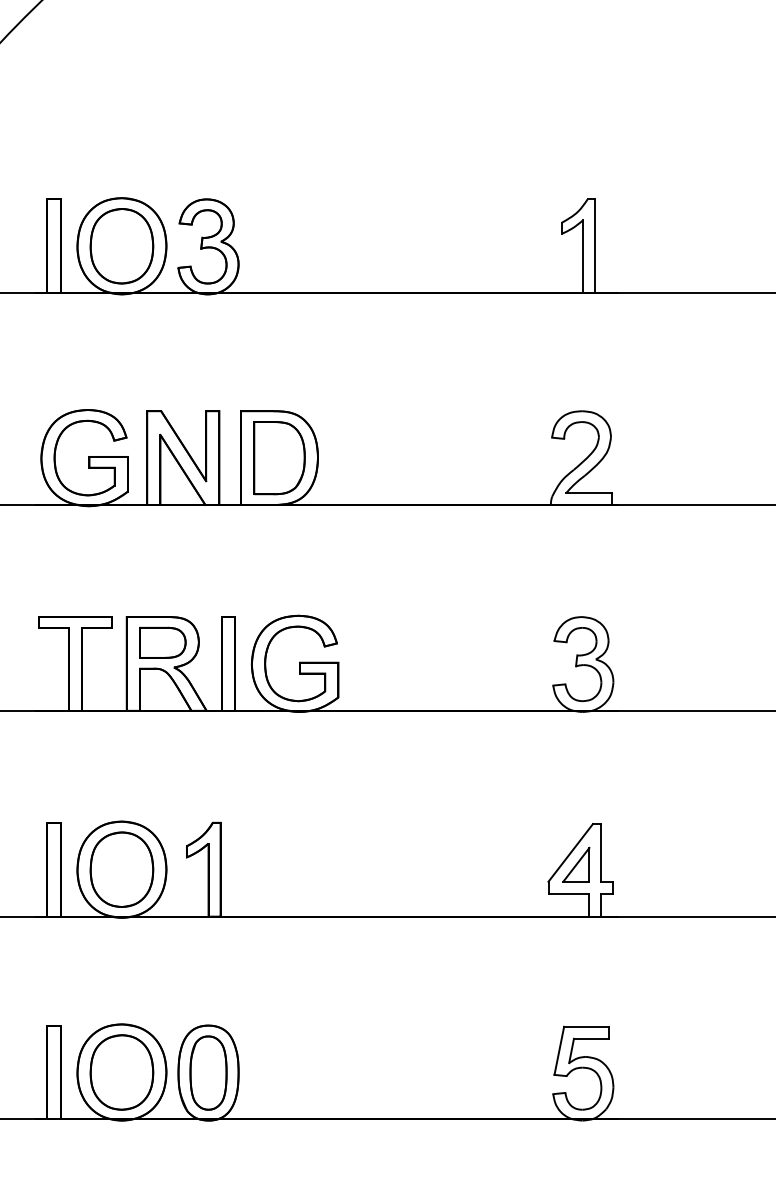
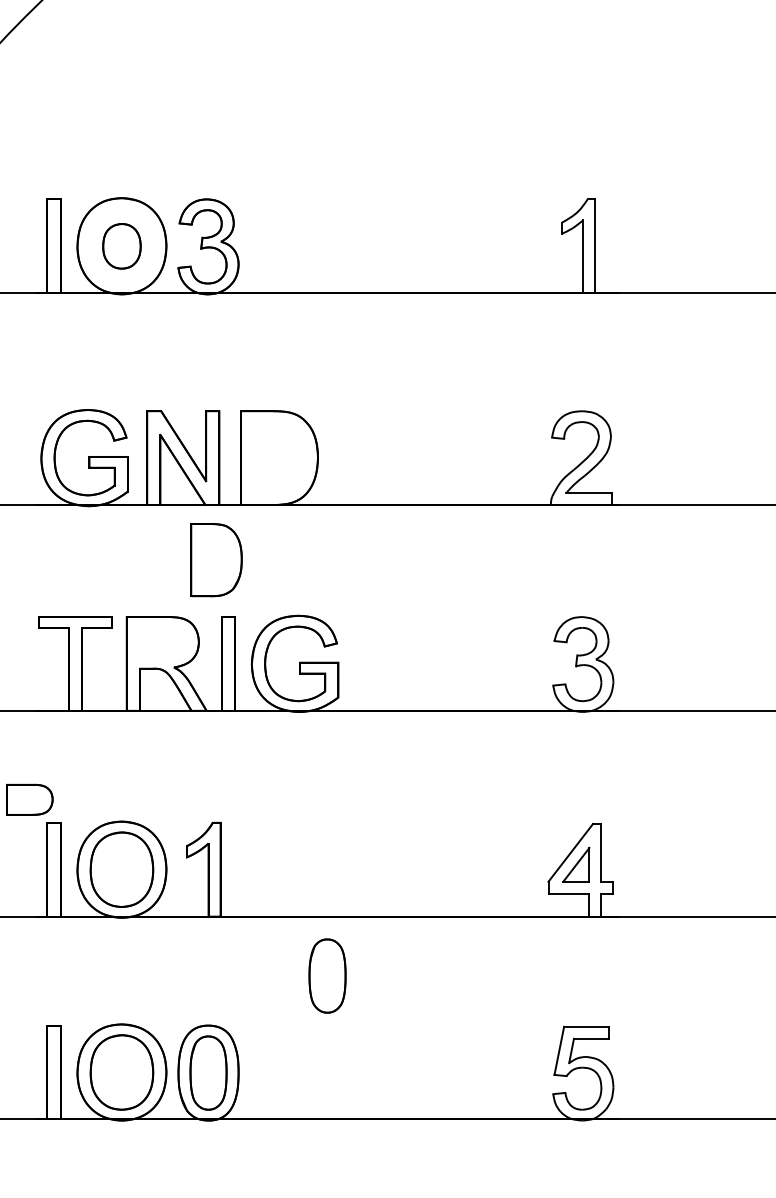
part at (121, 246) size: 66x77 px -> 40x47 px
part at (279, 458) position: (279, 458) -> (216, 560)
part at (162, 642) position: (162, 642) -> (29, 799)
part at (327, 975): none -> present
